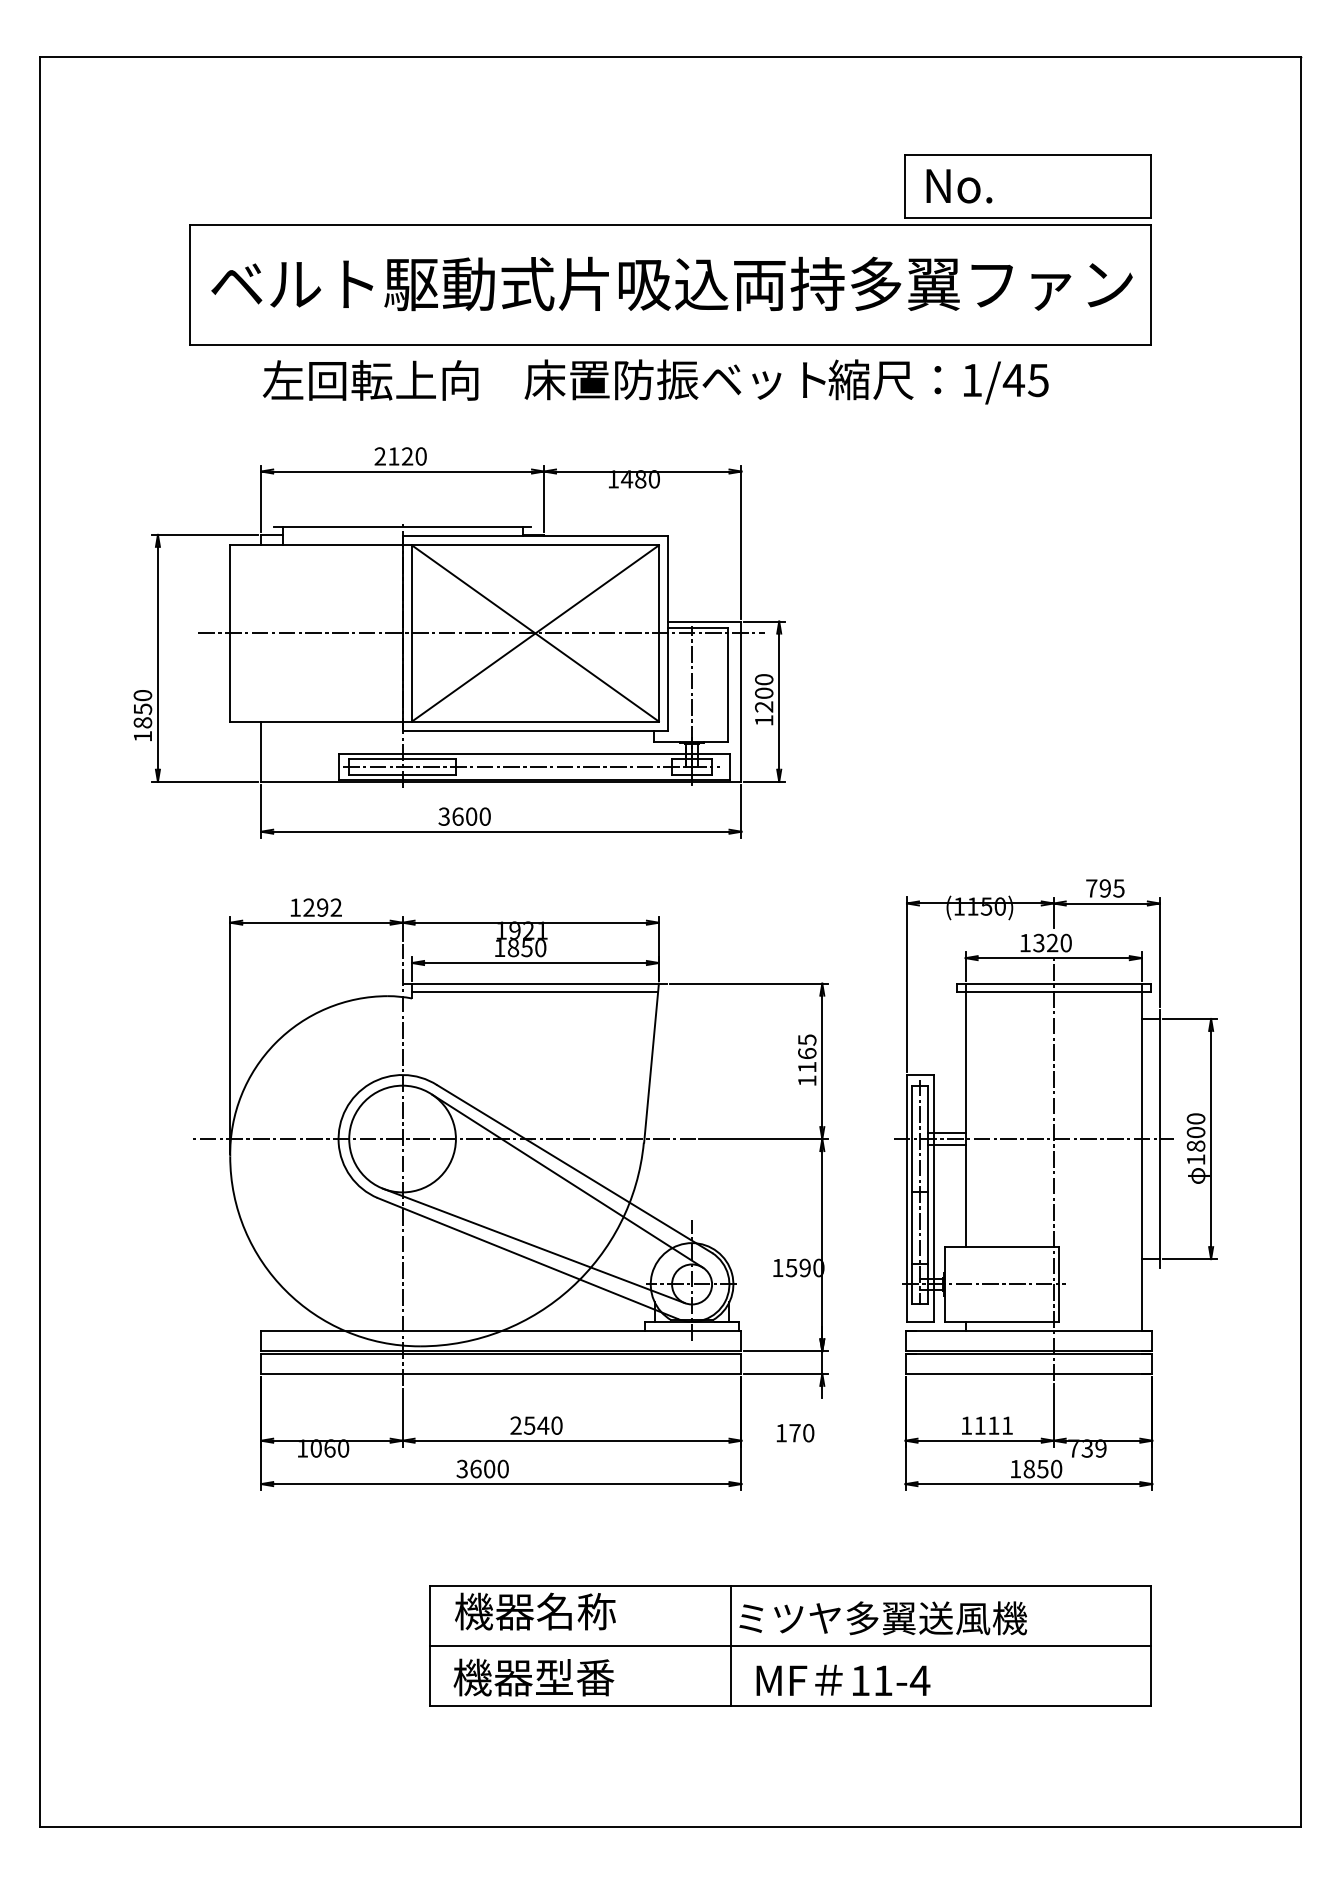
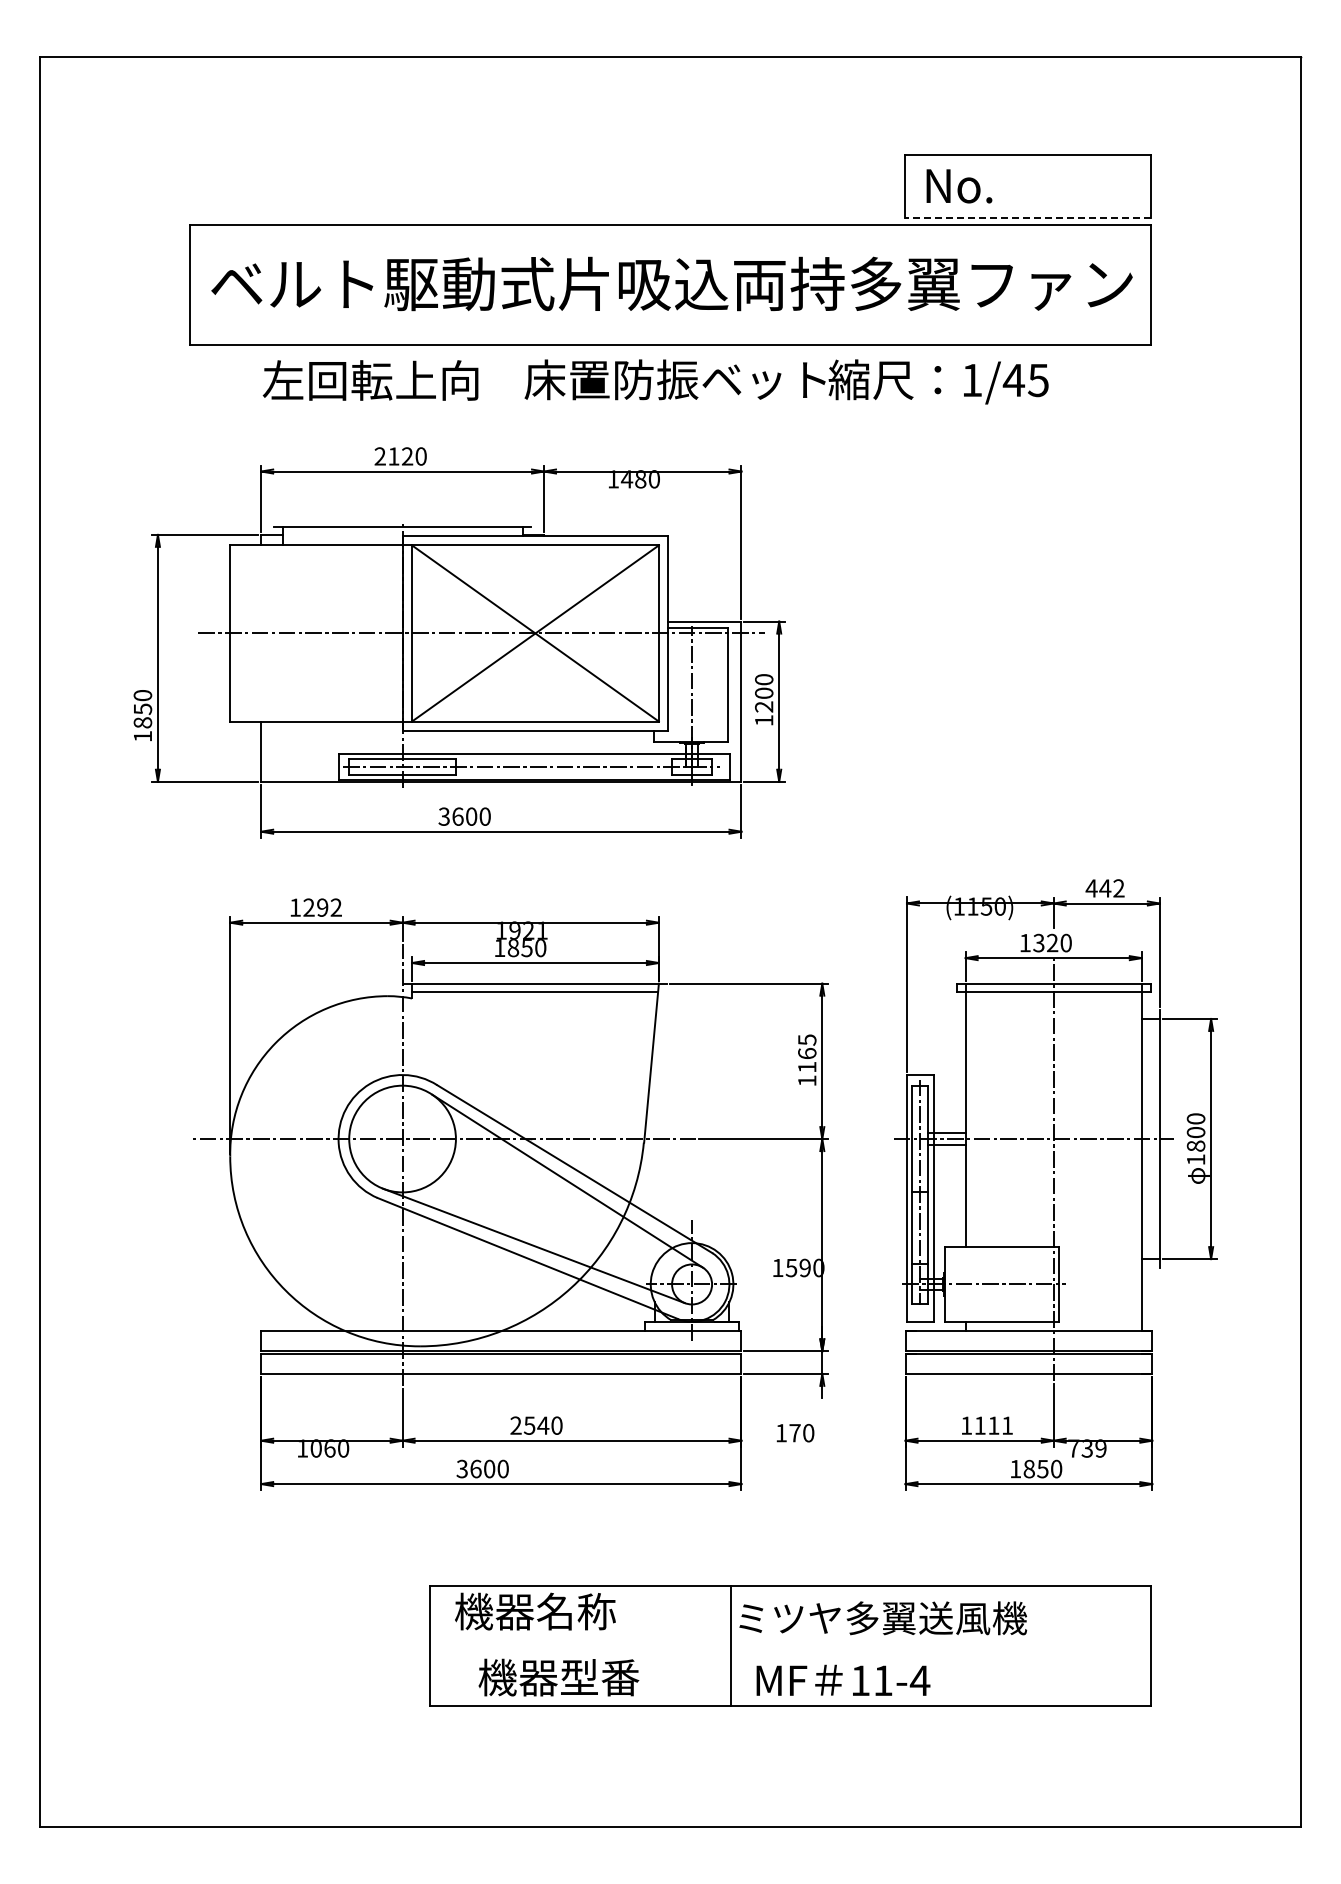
line at (1027, 217): solid -> dashed
text at (1104, 888): 795 -> 442
line at (790, 1646): present -> none
text at (533, 1677) position: (533, 1677) -> (558, 1677)
